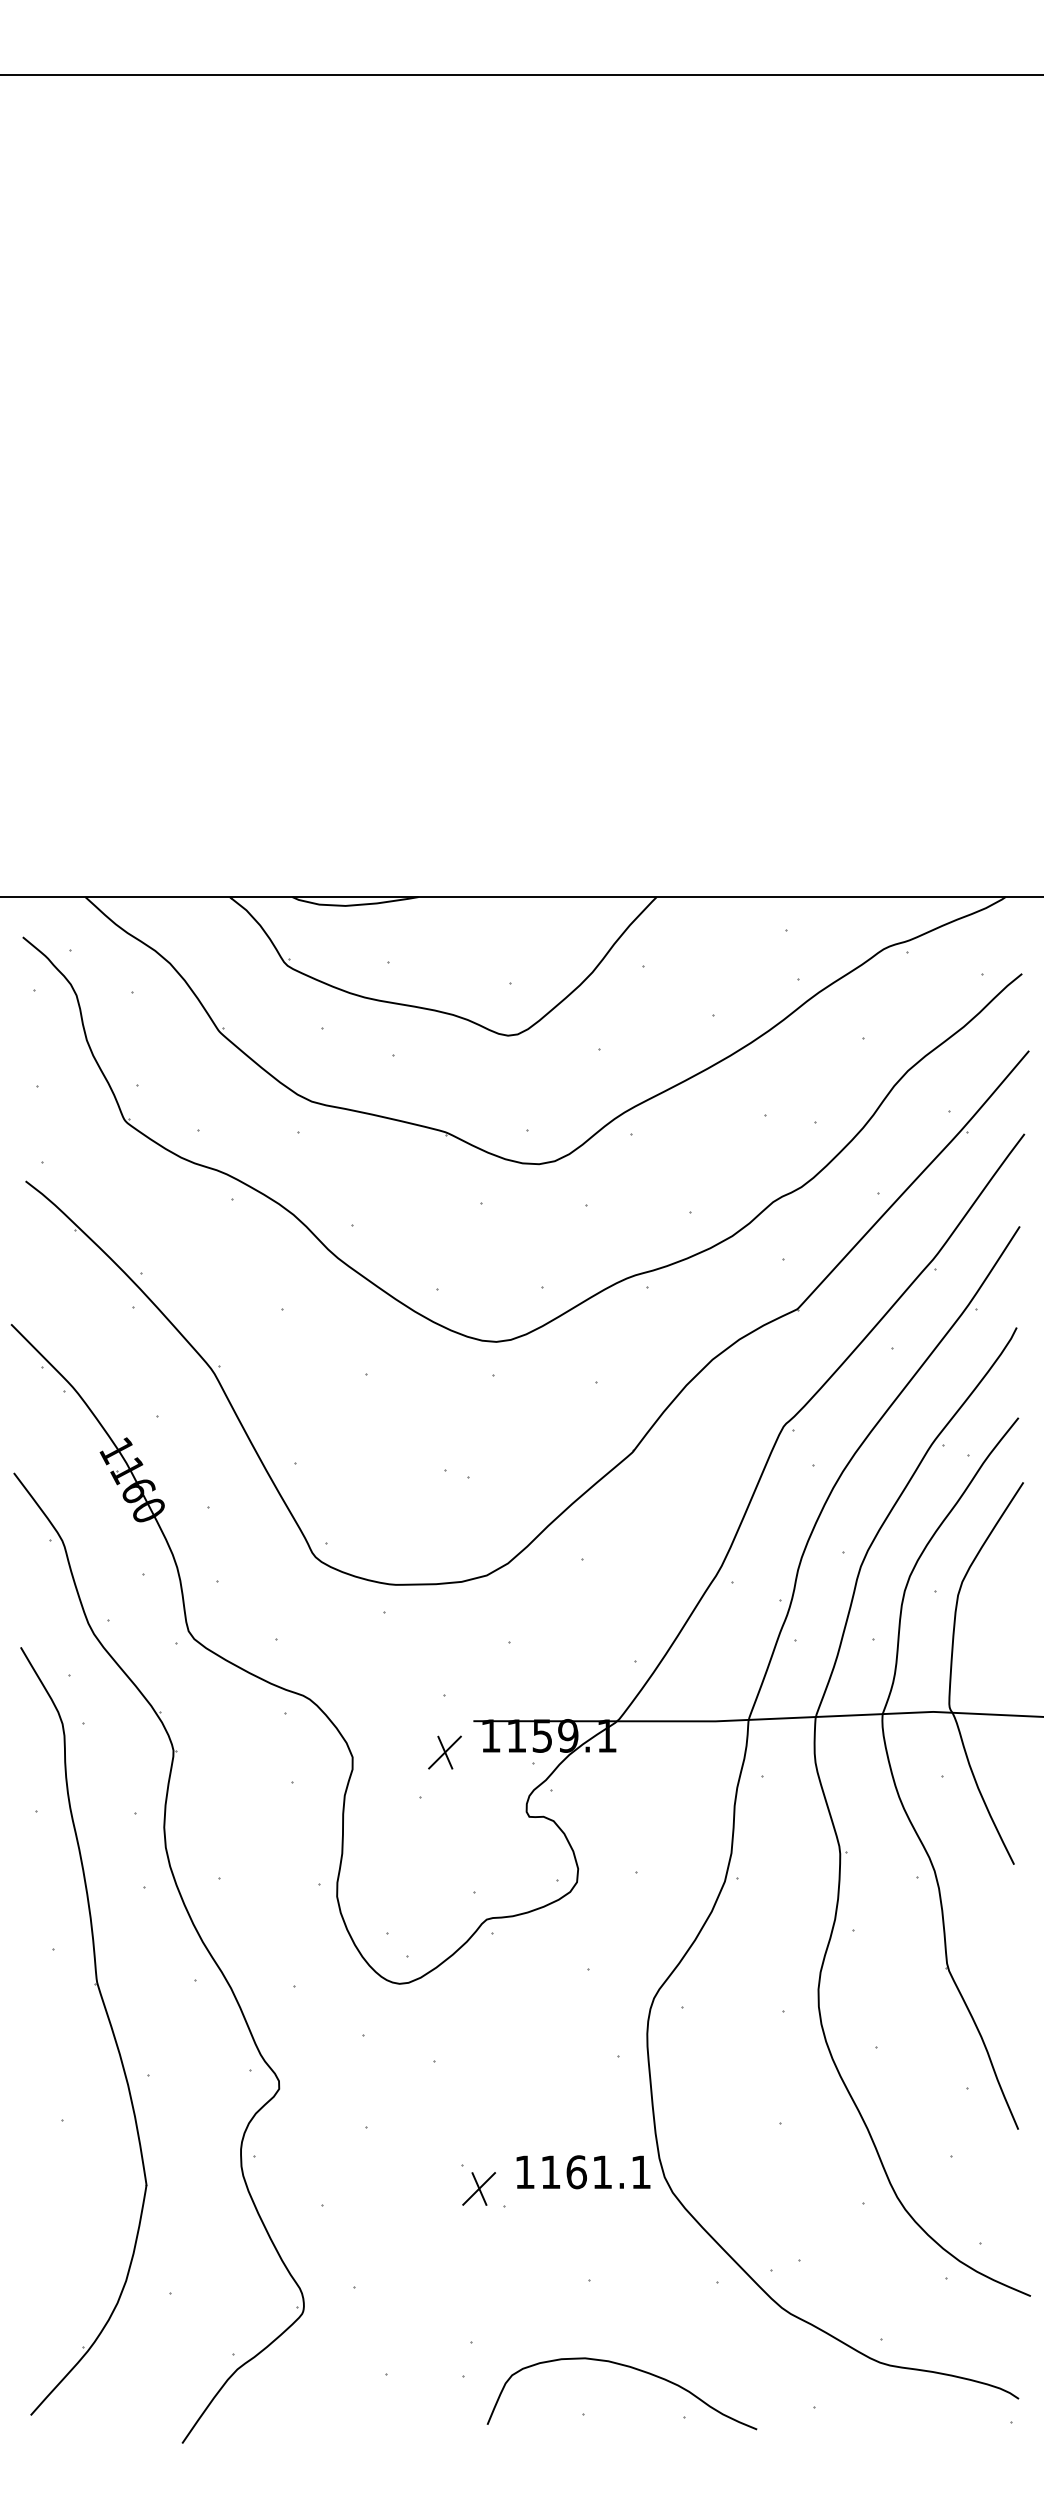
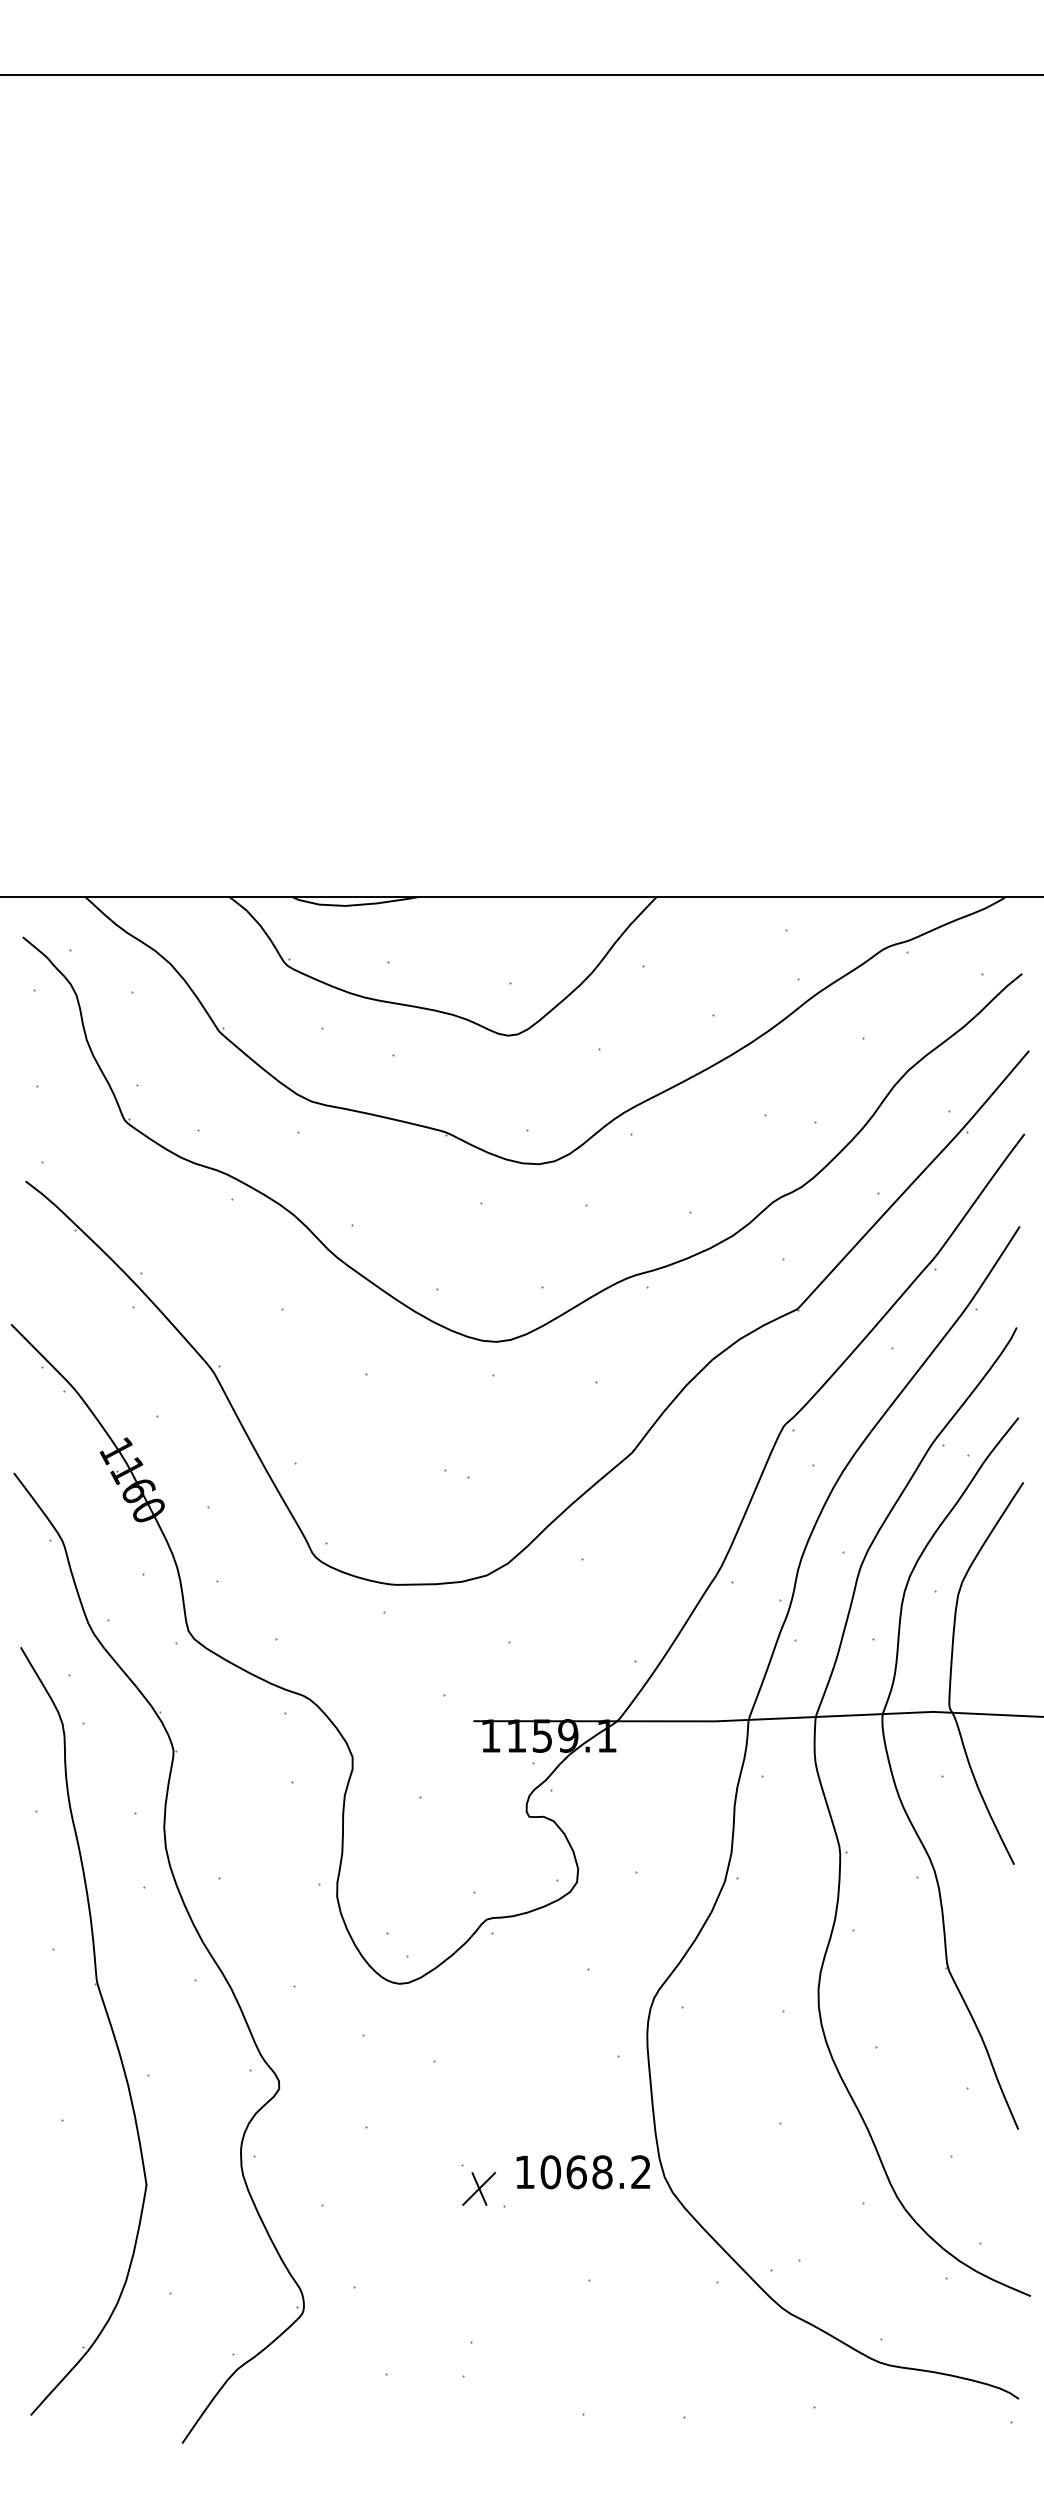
part at (444, 1752): present -> none
text at (595, 2172): 1161.1 -> 1068.2
curve at (627, 2367): present -> none
